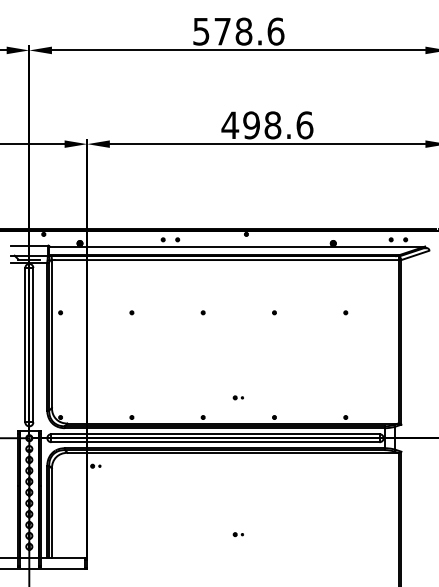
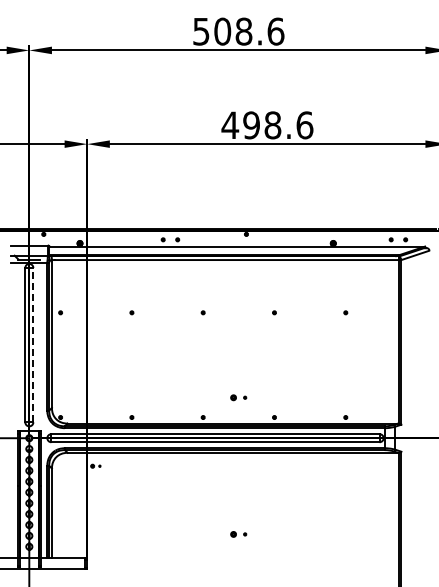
text at (222, 31): 578.6 -> 508.6
line at (33, 344): solid -> dashed
part at (237, 397) size: 12x6 px -> 18x8 px
part at (237, 534) size: 12x6 px -> 18x7 px
